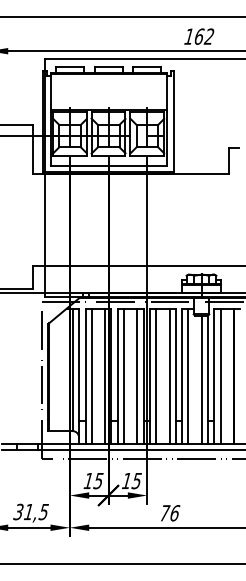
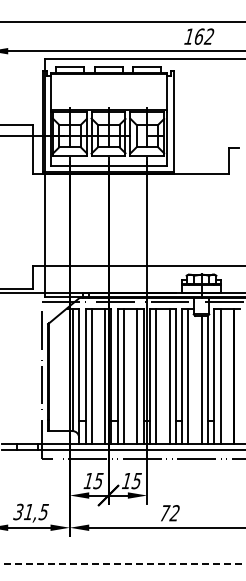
line at (122, 17) position: (122, 17) -> (122, 22)
text at (174, 513): 76 -> 72
line at (123, 563): solid -> dashed
